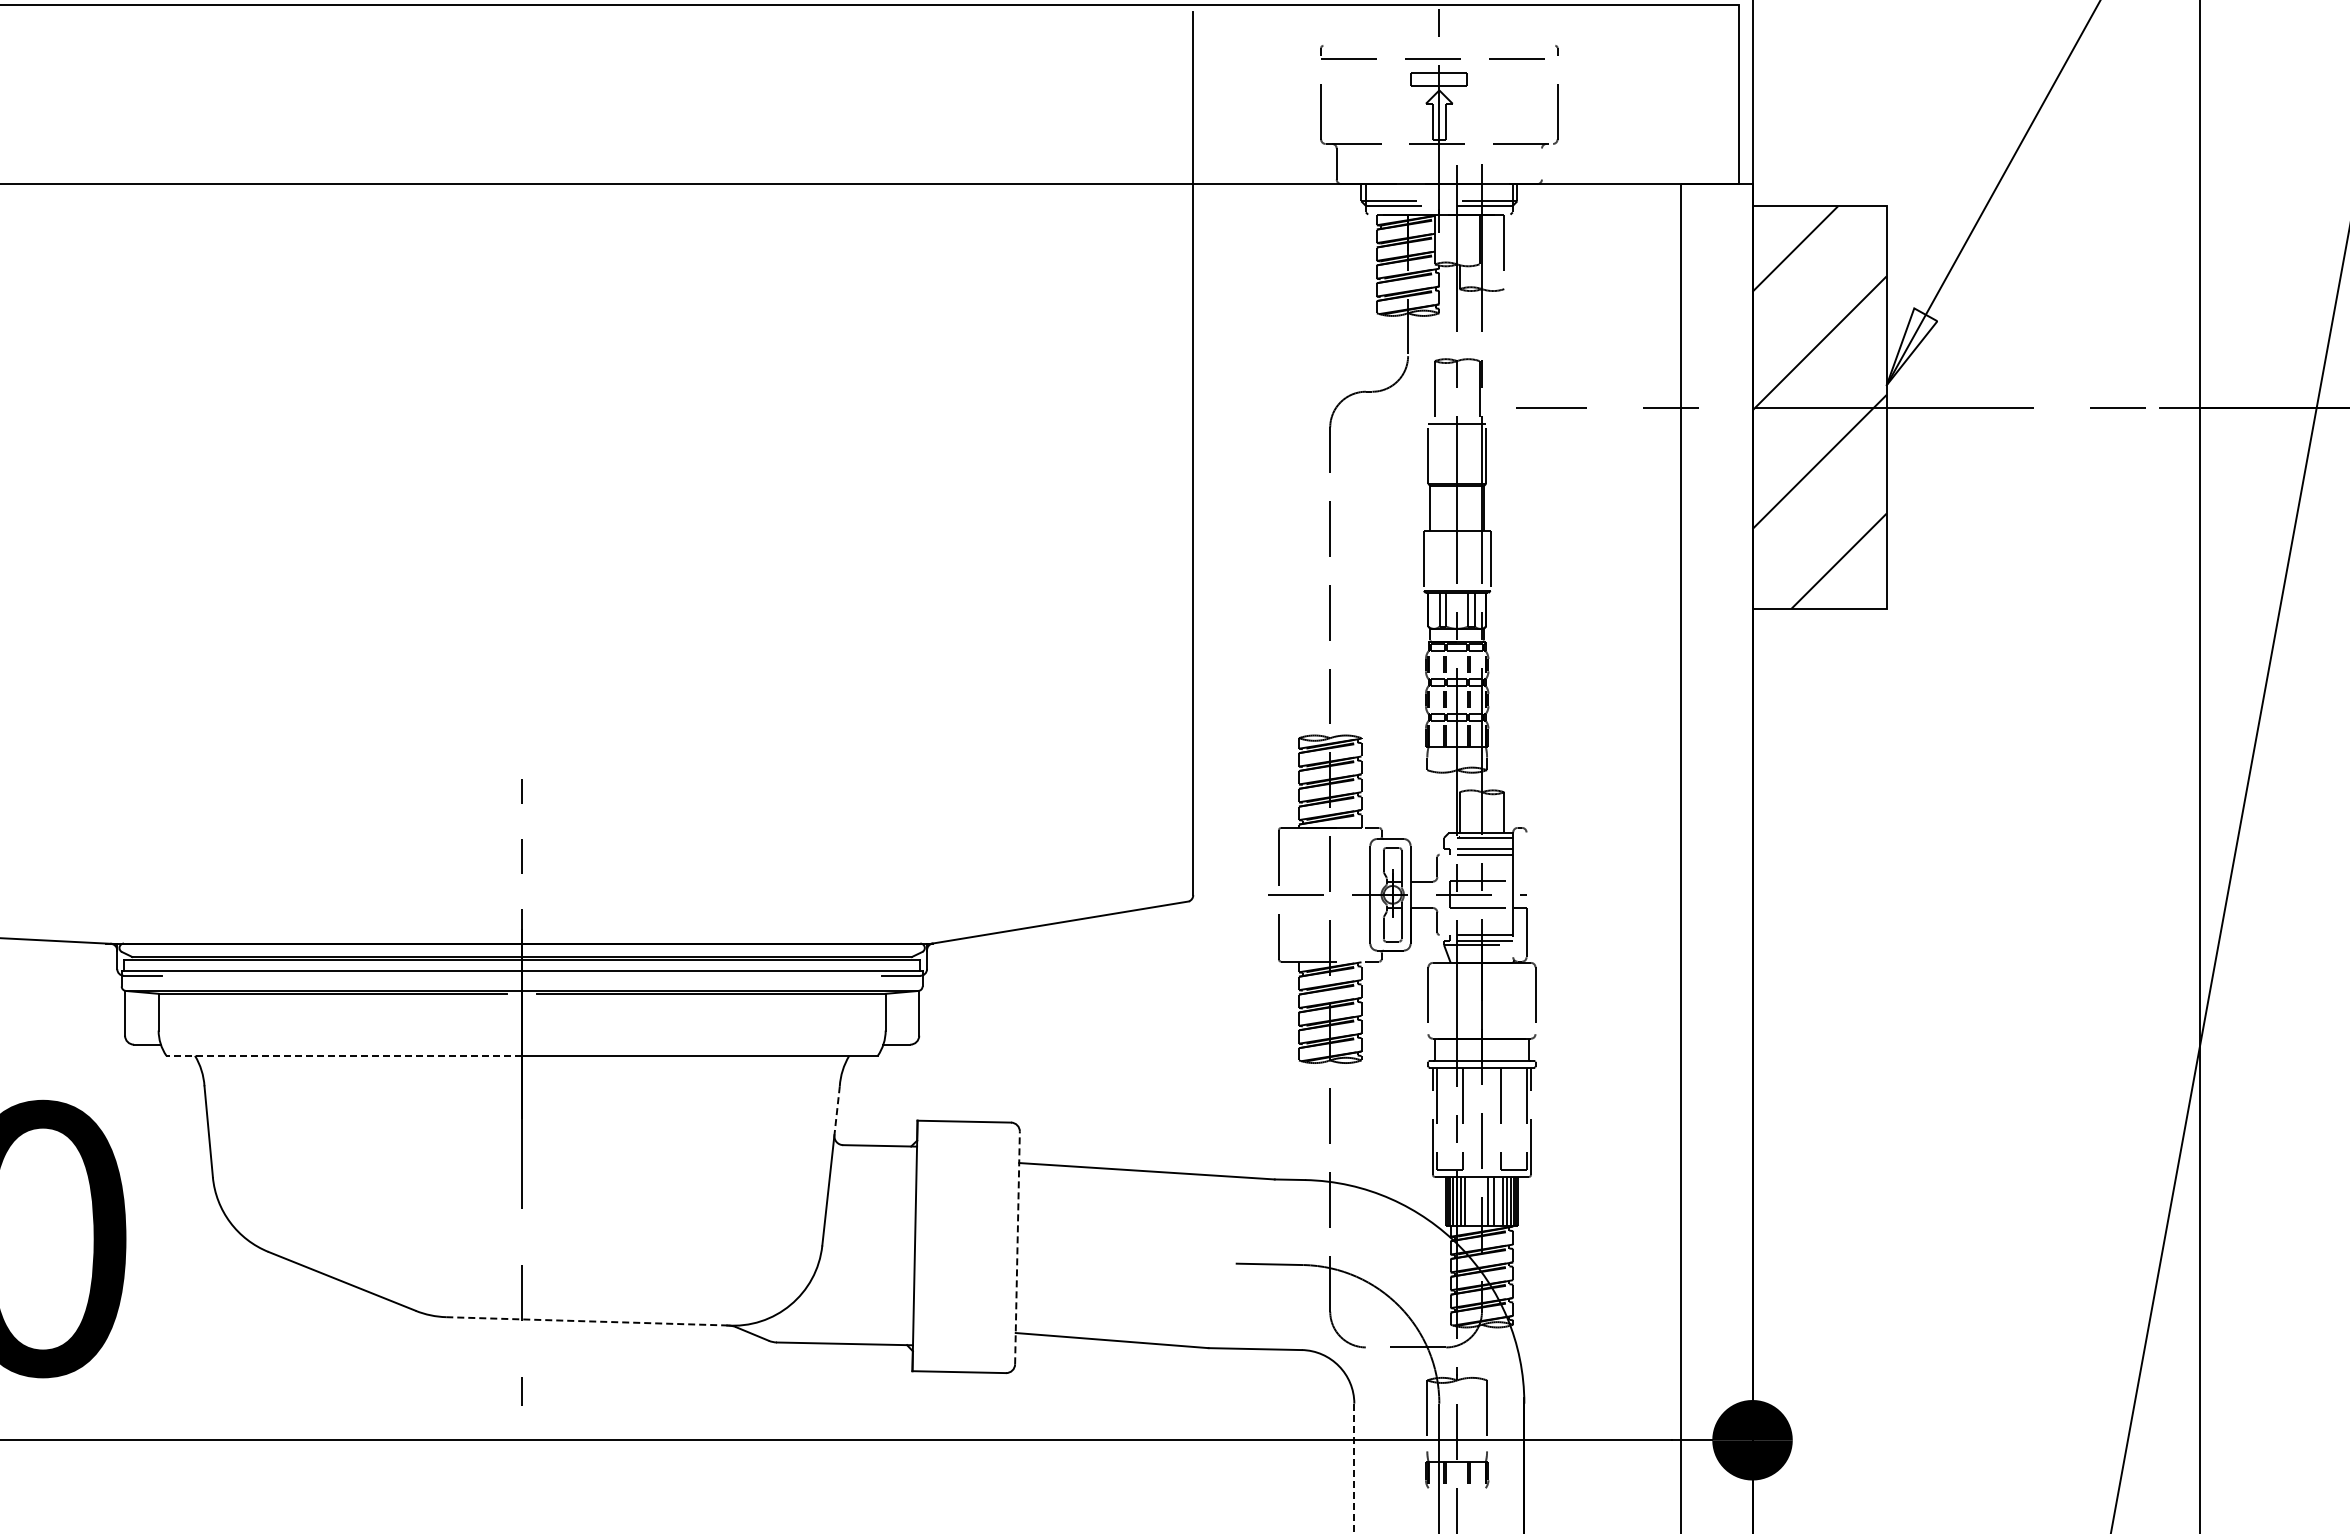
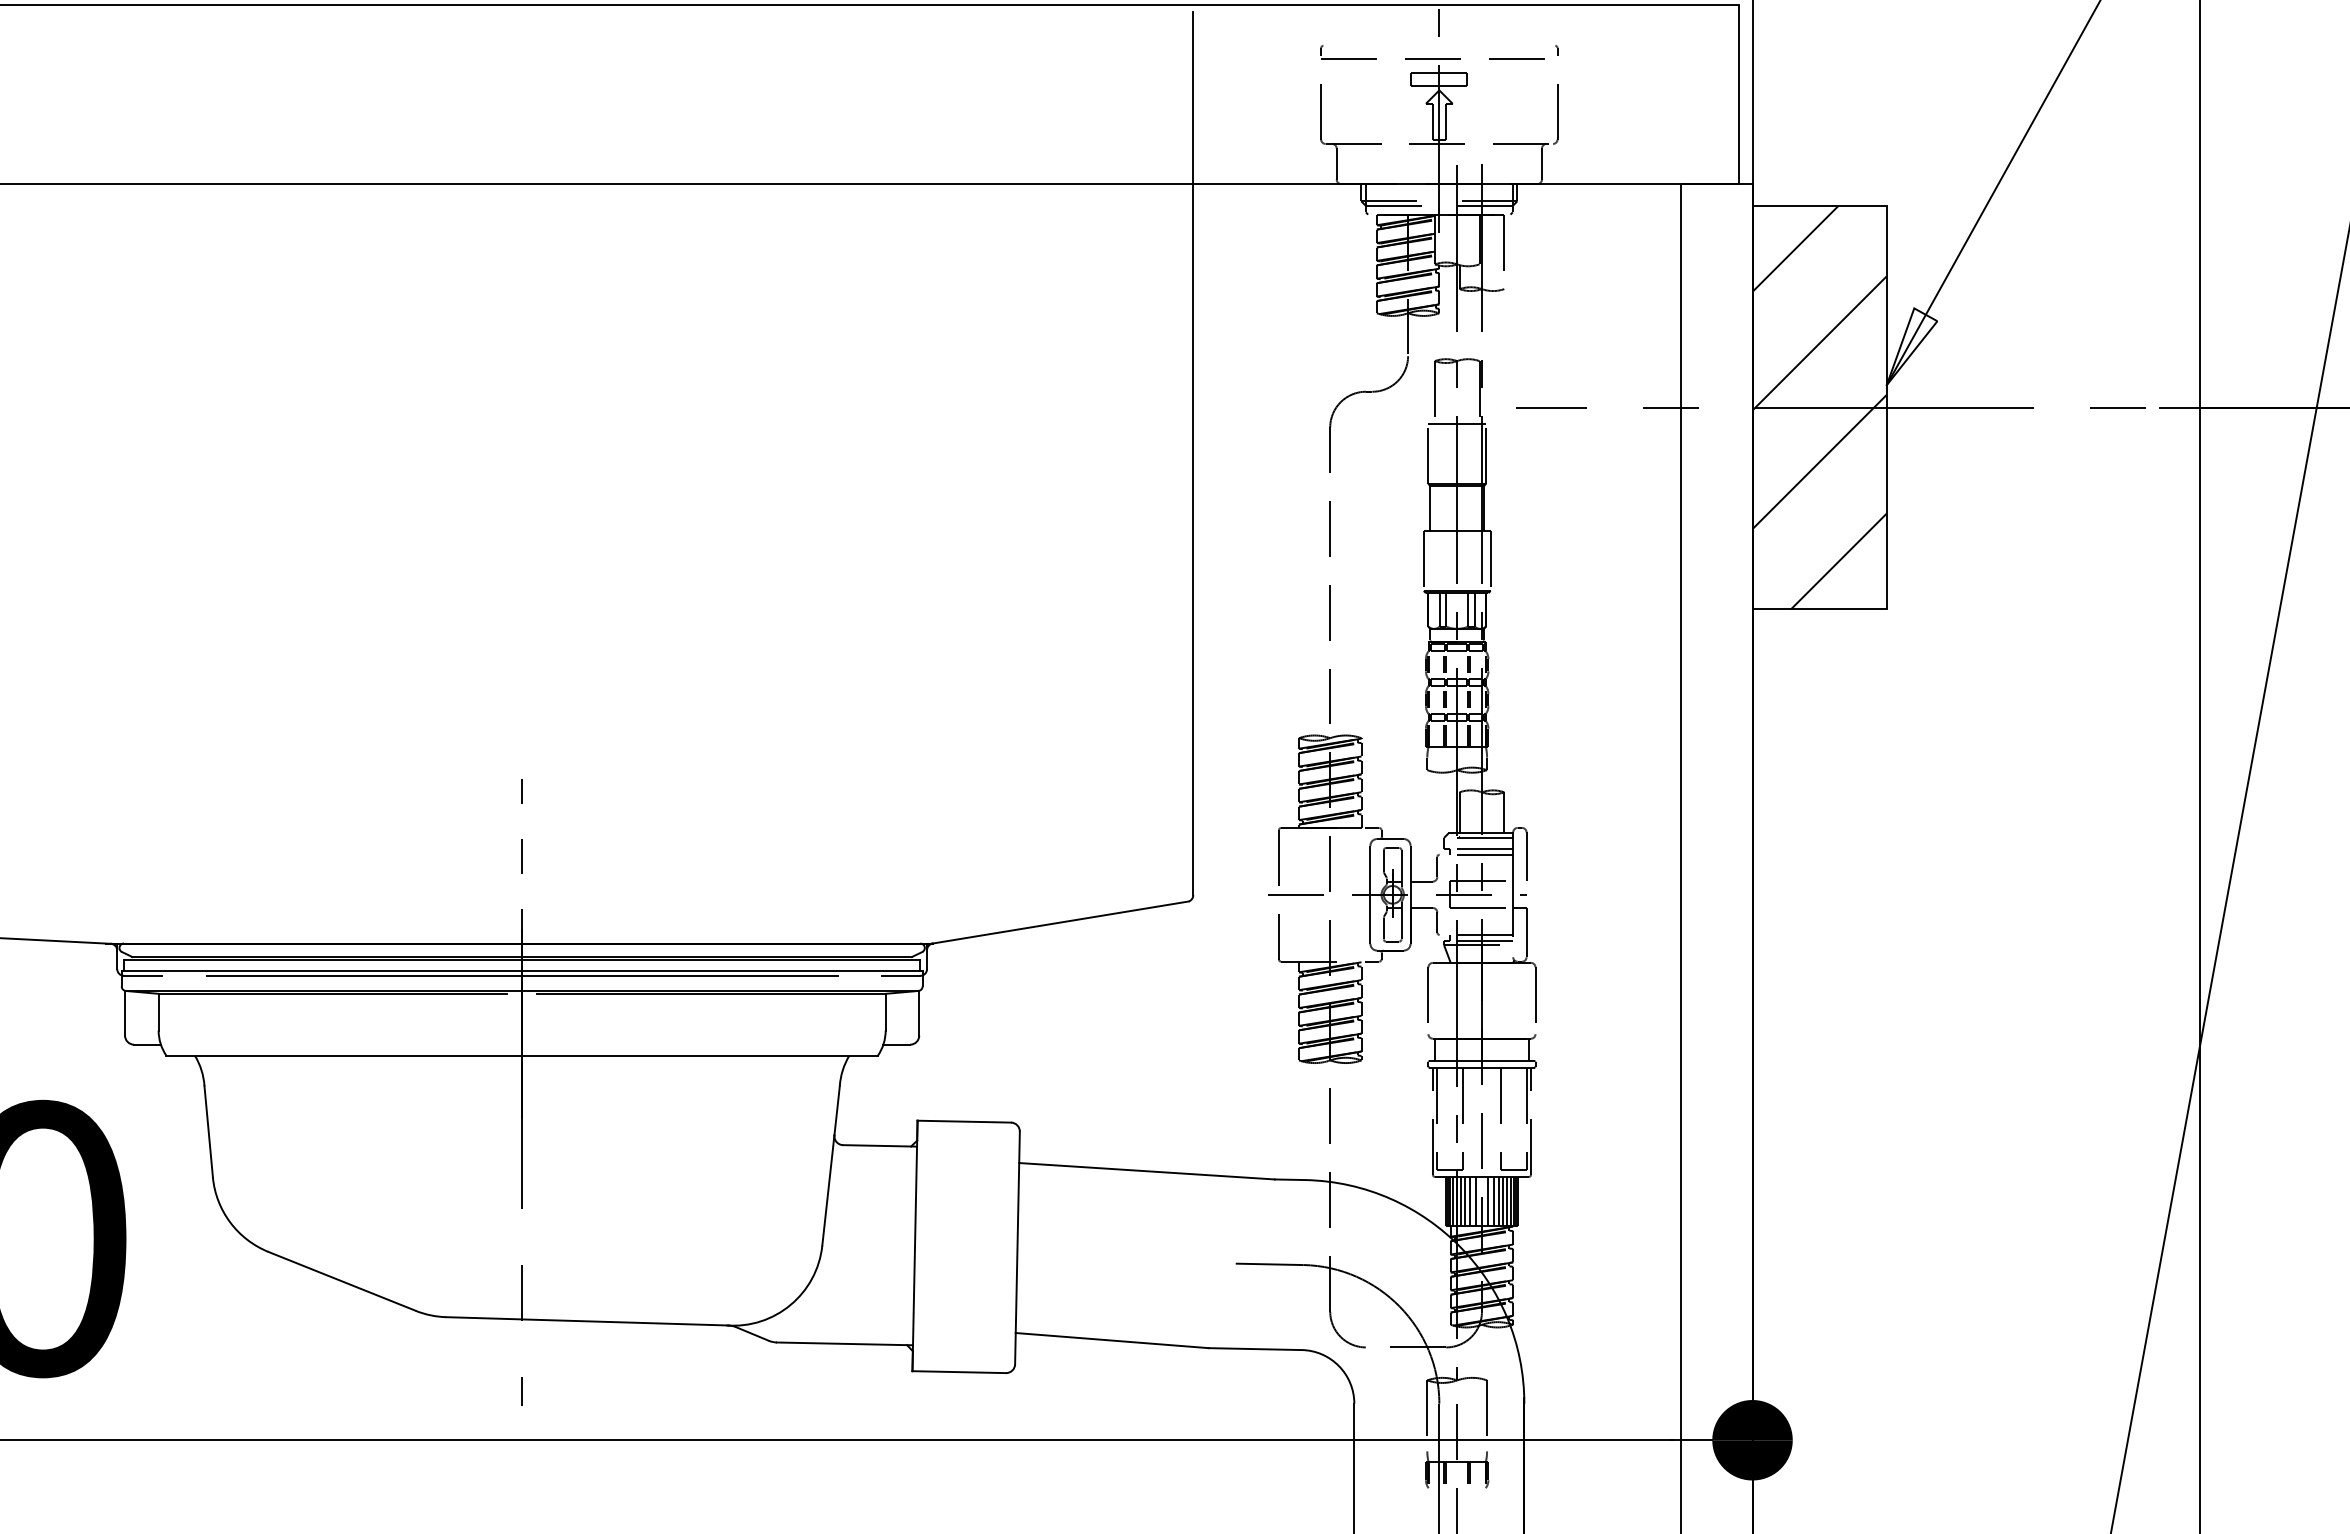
line at (1541, 163): none -> present
line at (1526, 856): none -> present
line at (521, 975): none -> present
line at (344, 1055): dashed -> solid
line at (837, 1110): dashed -> solid
line at (1470, 1201): none -> present
line at (1475, 1201): none -> present
line at (1498, 1201): none -> present
line at (1017, 1247): dashed -> solid
line at (587, 1321): dashed -> solid
line at (1354, 1468): dashed -> solid
